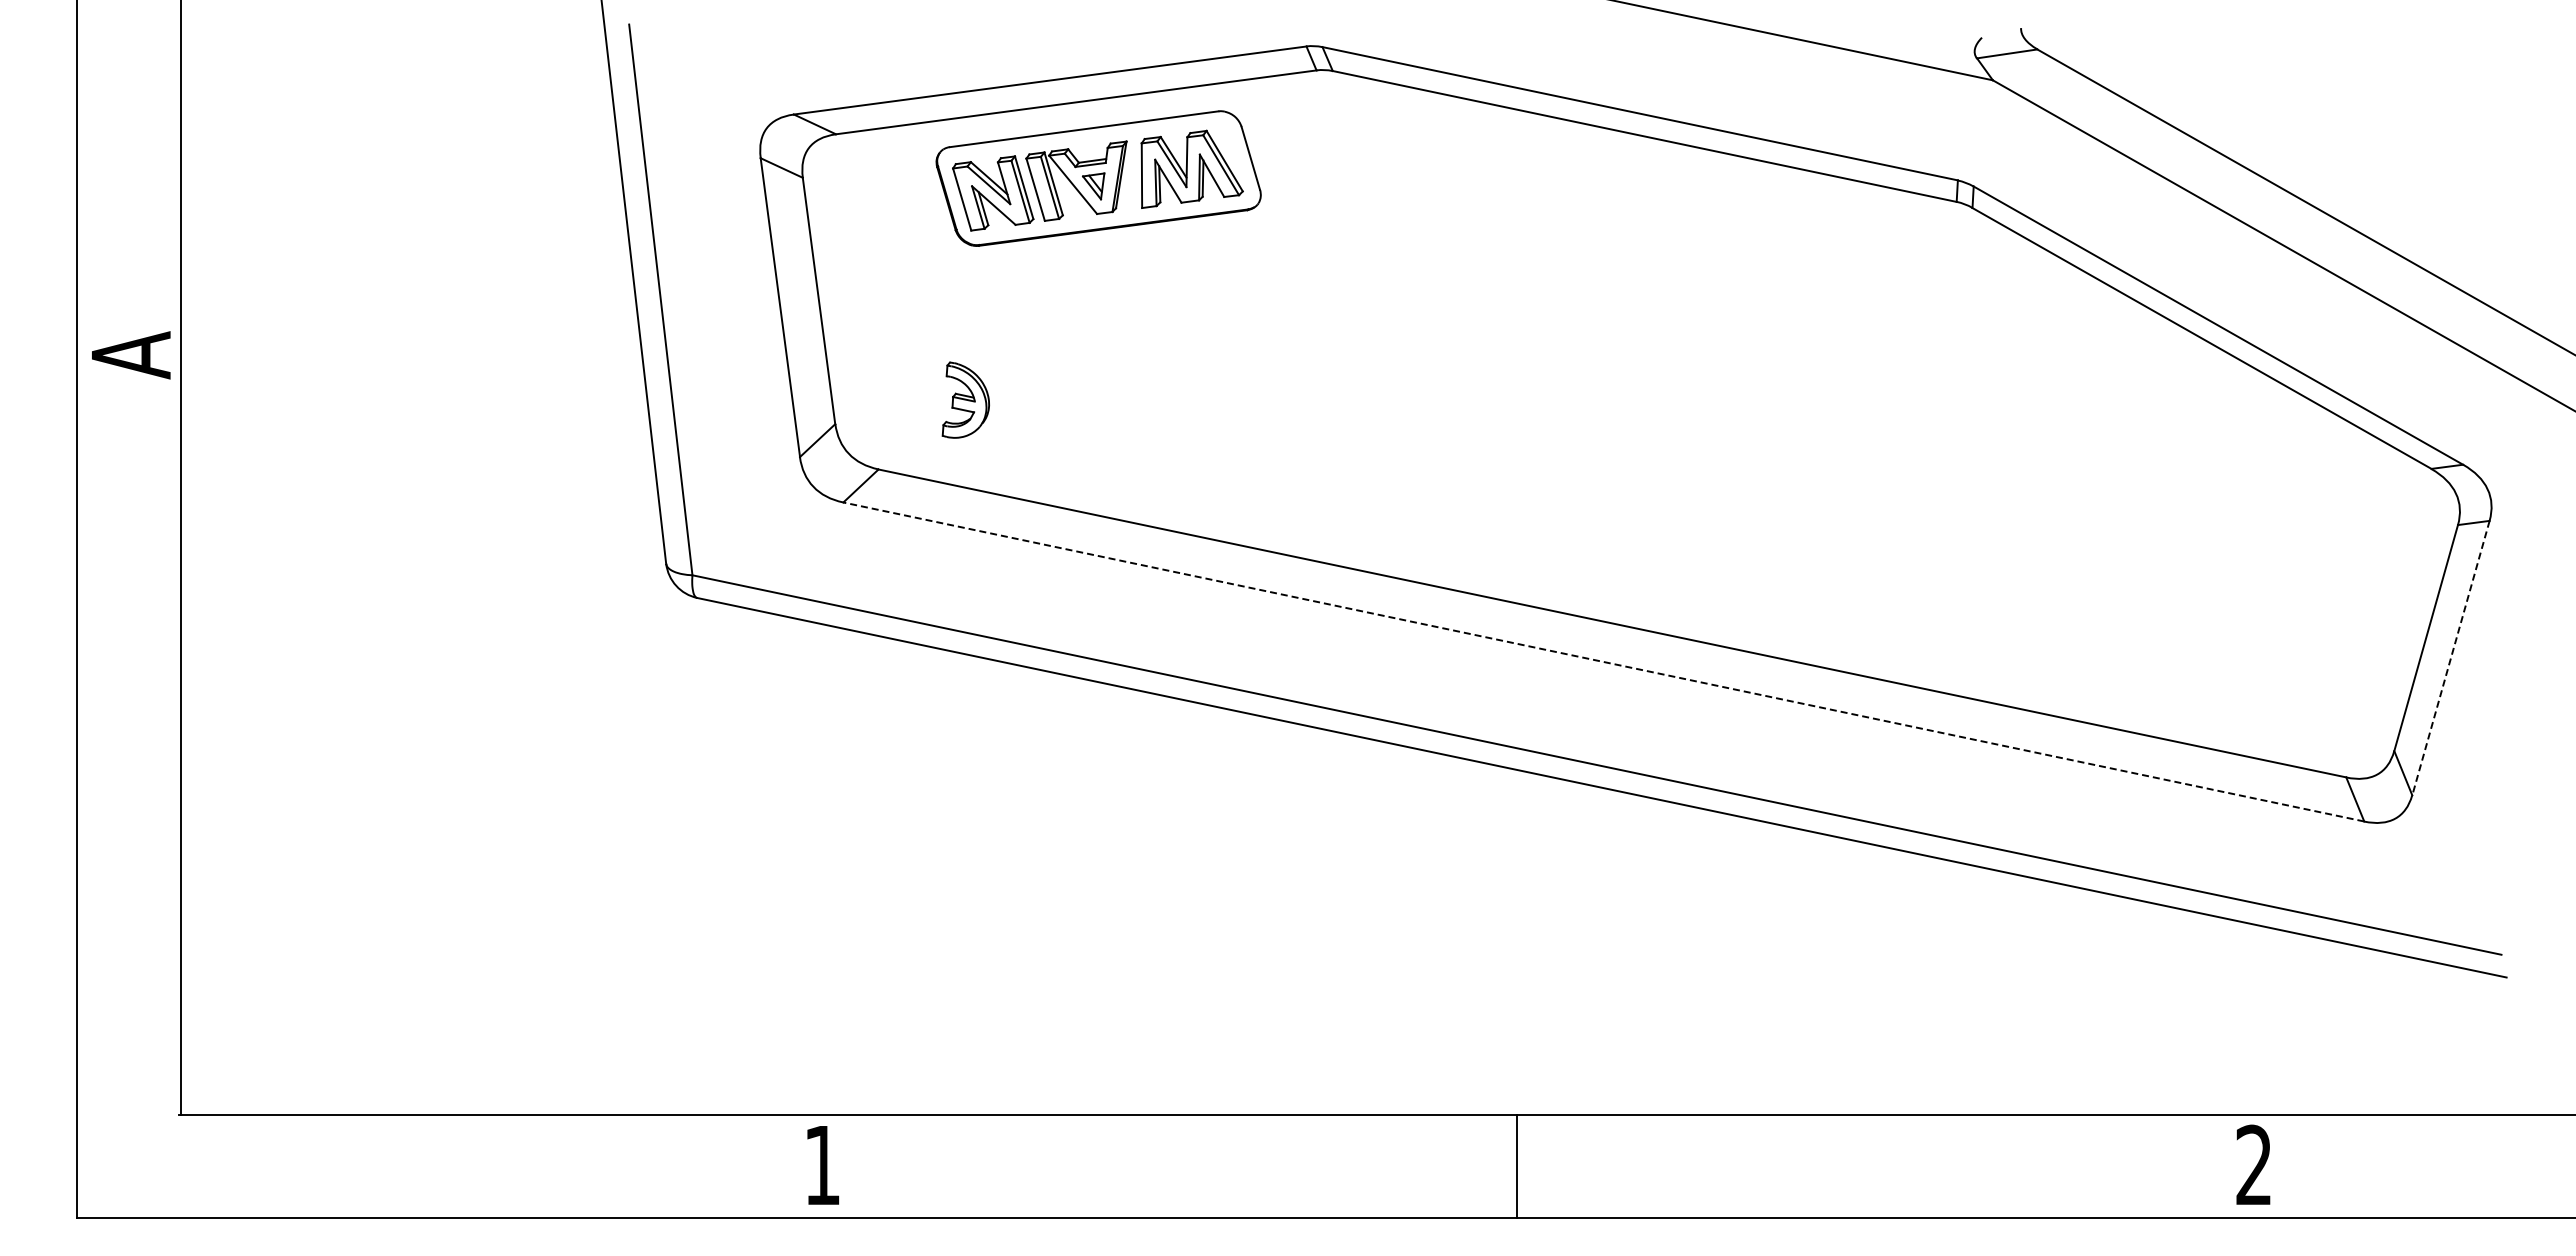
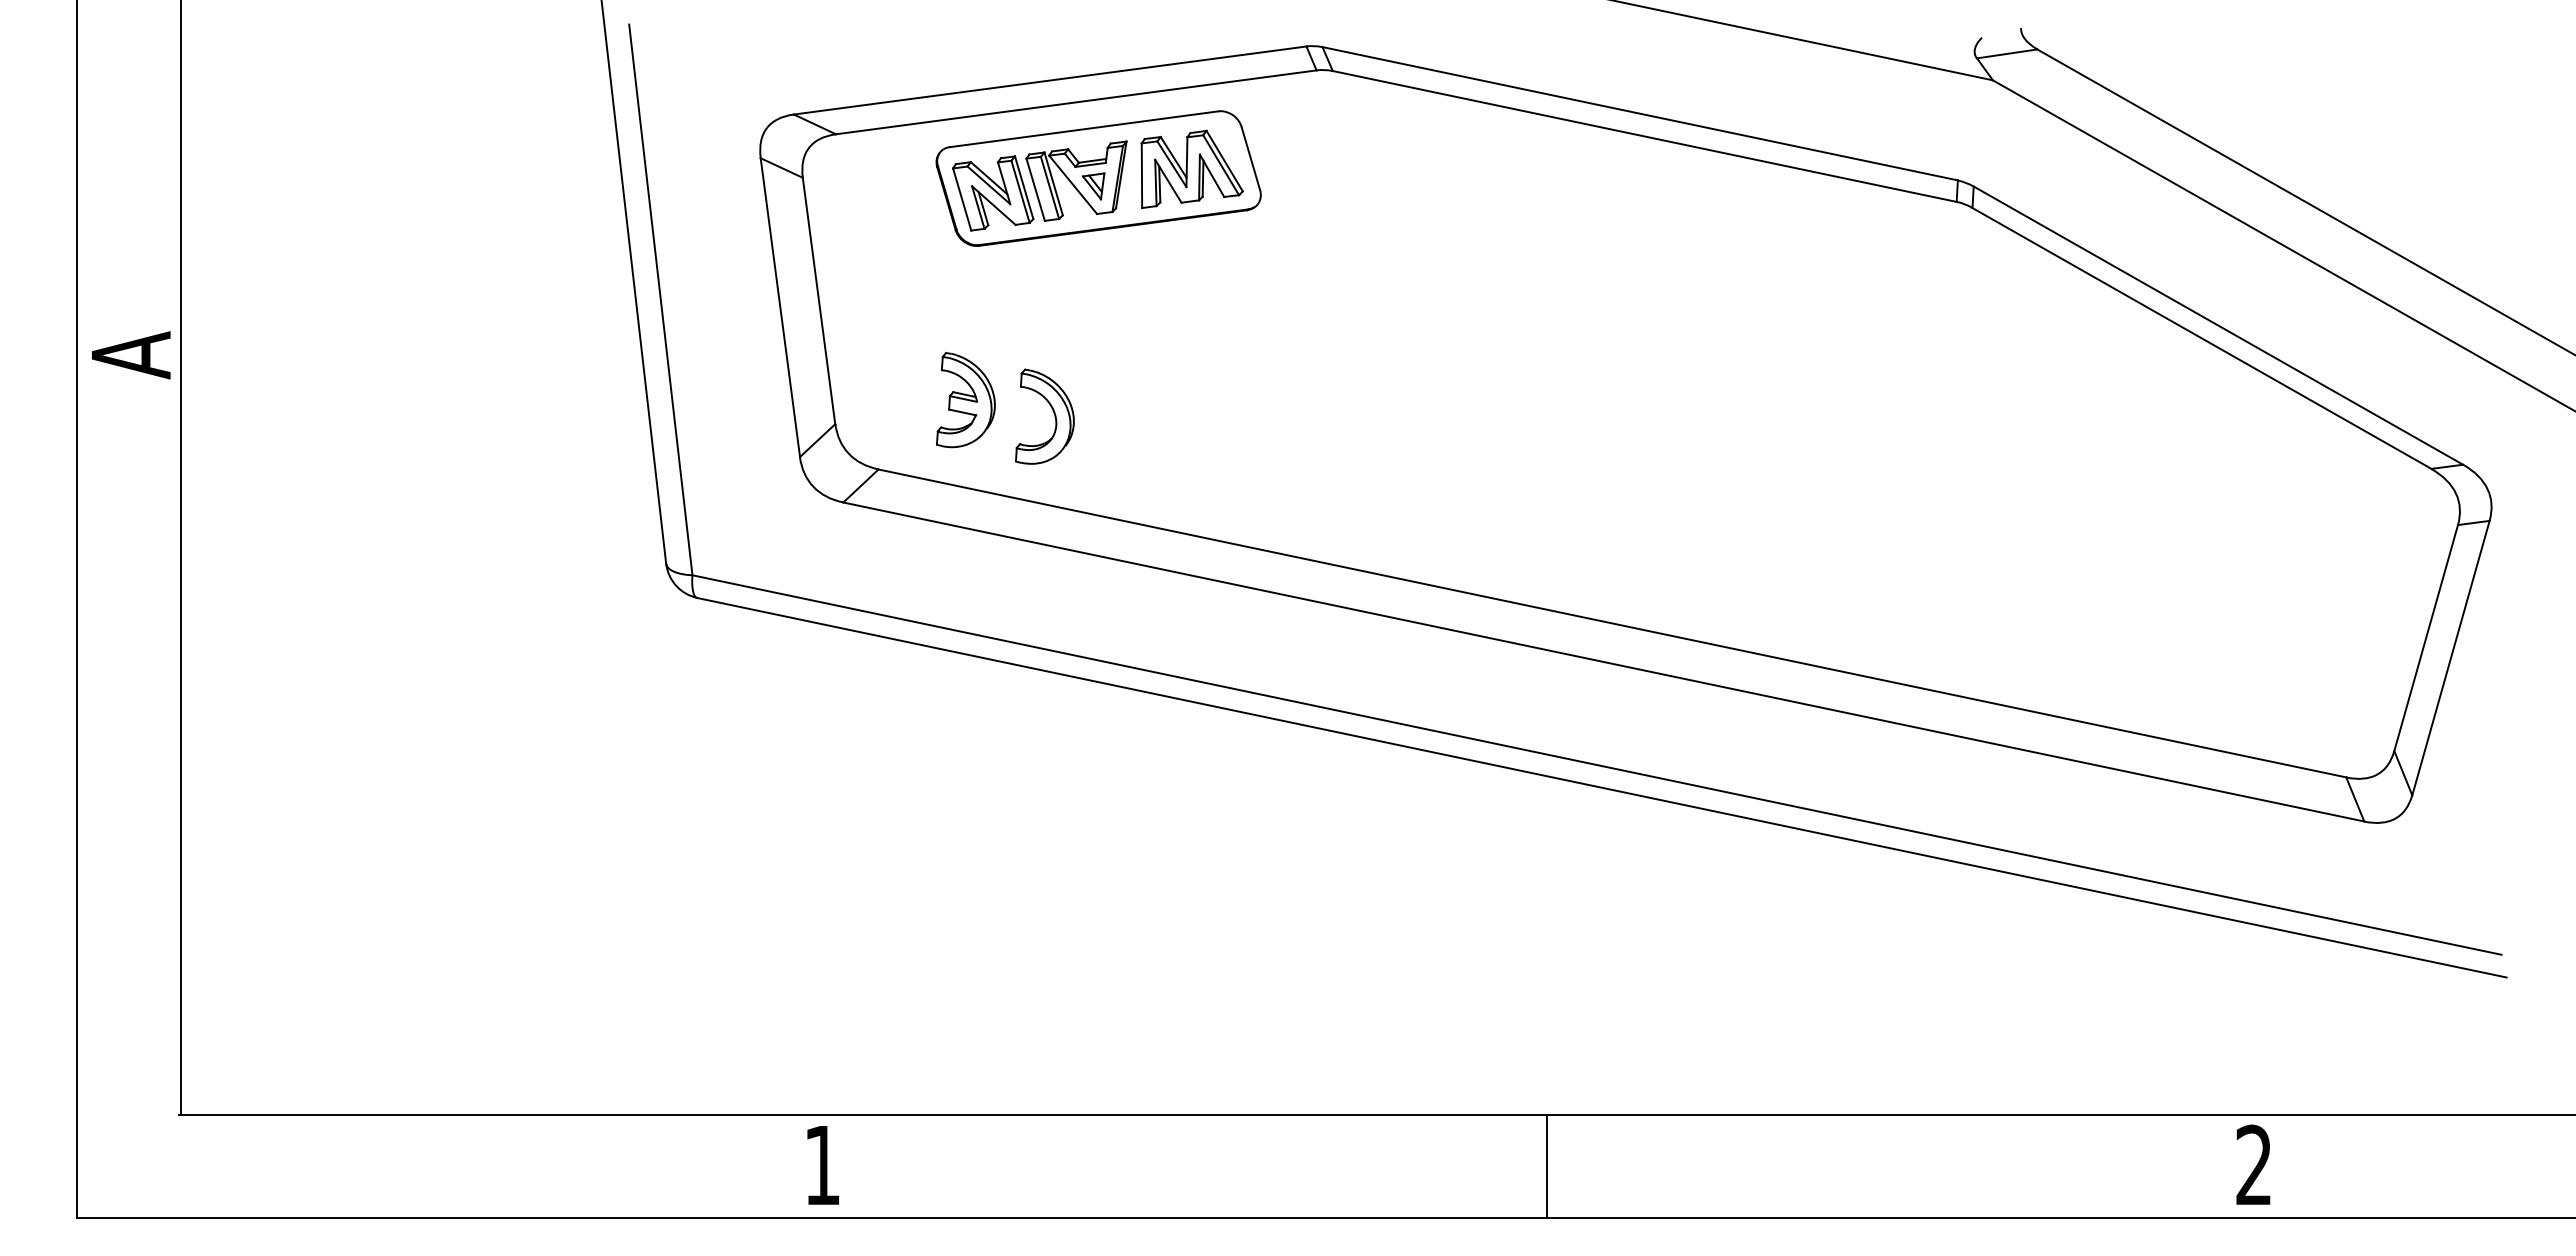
part at (965, 399) size: 49x78 px -> 60x97 px
part at (1053, 413): none -> present
line at (2450, 658): dashed -> solid
line at (1603, 662): dashed -> solid
line at (1516, 1166) position: (1516, 1166) -> (1546, 1166)
